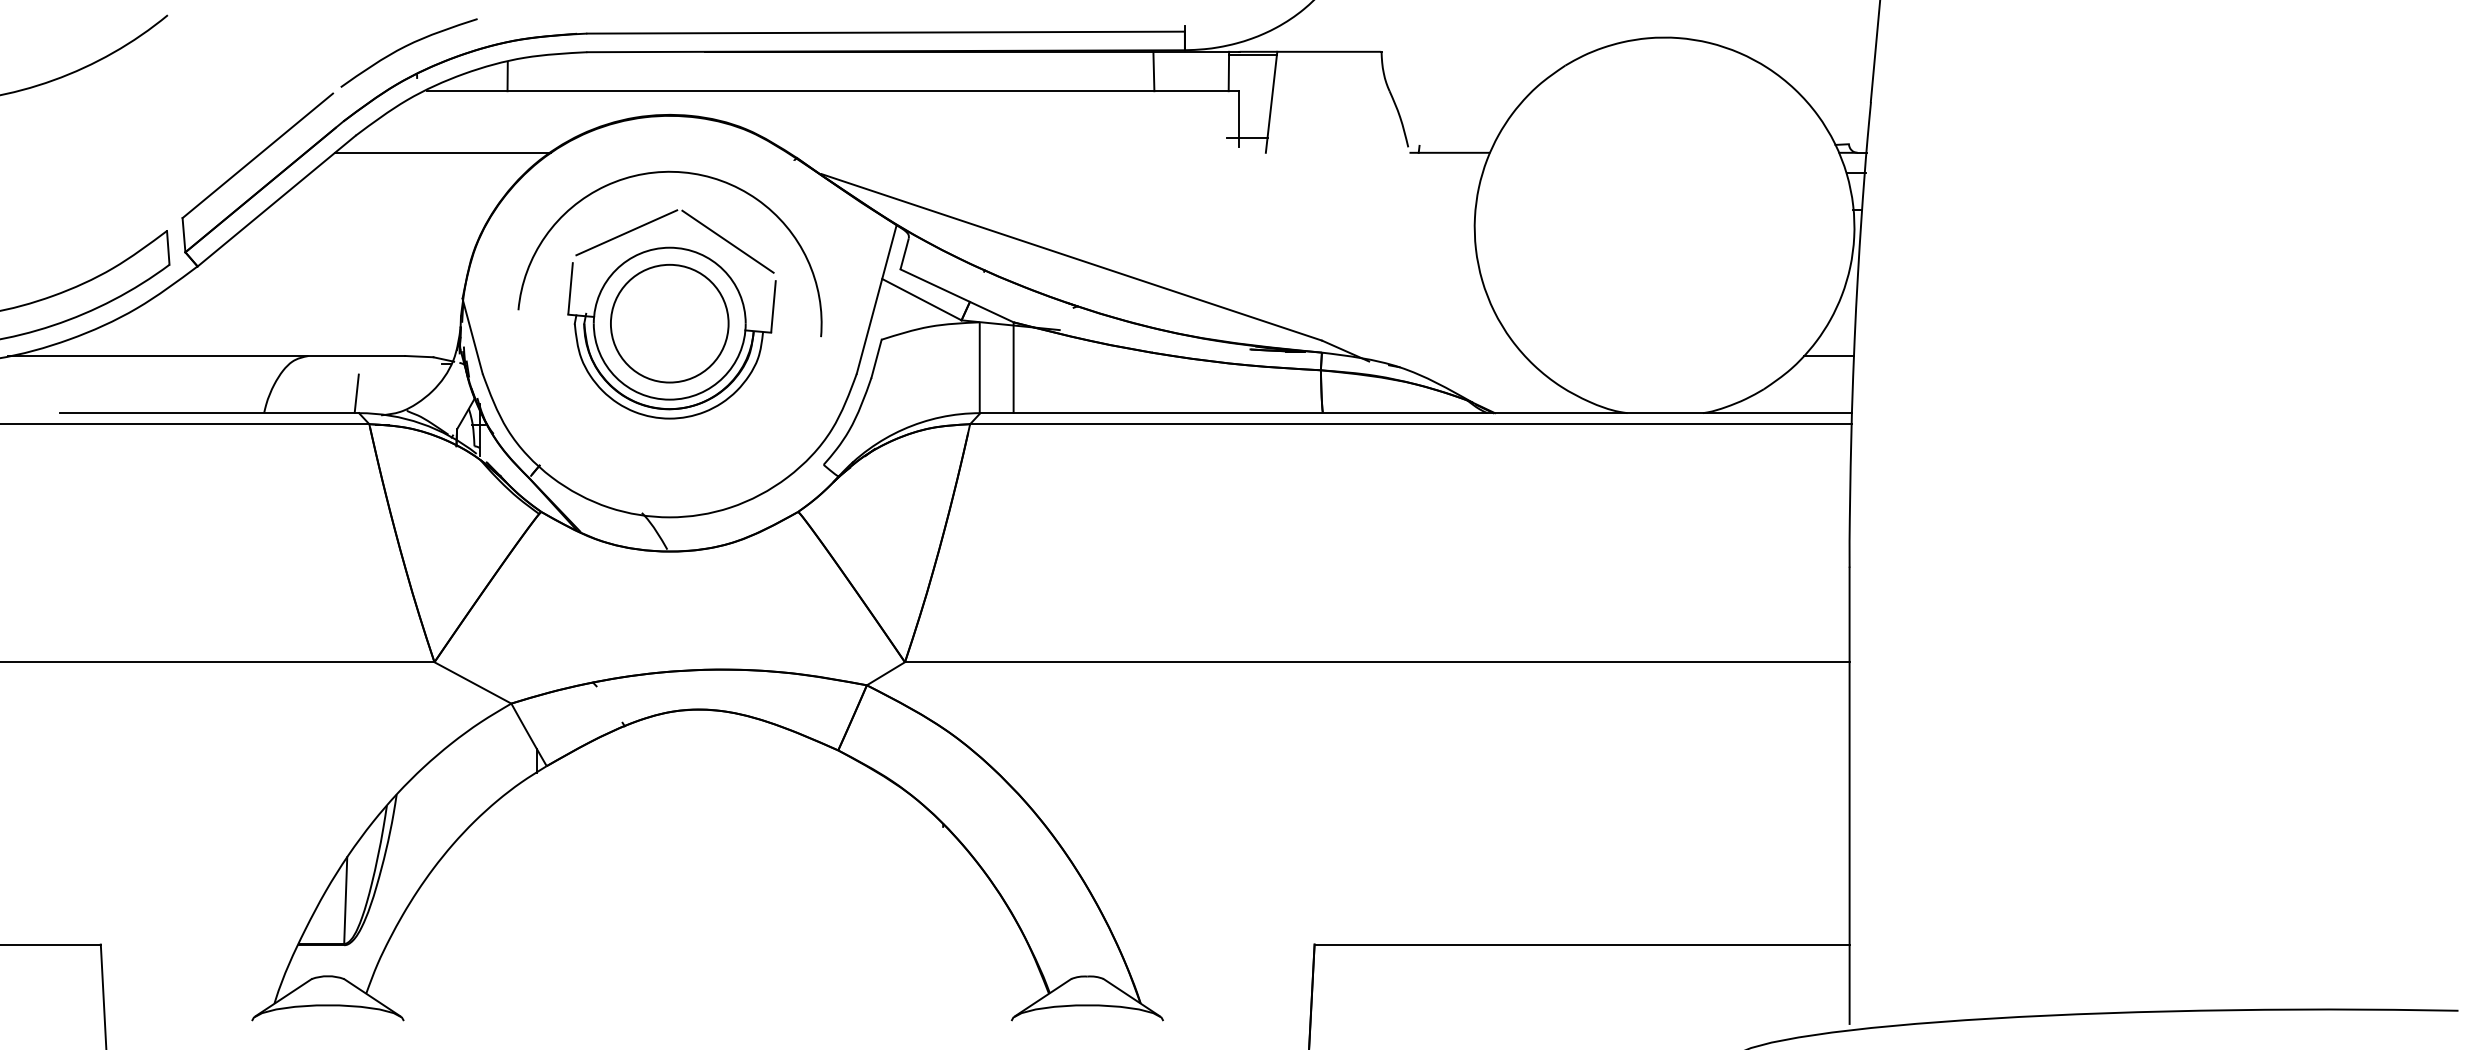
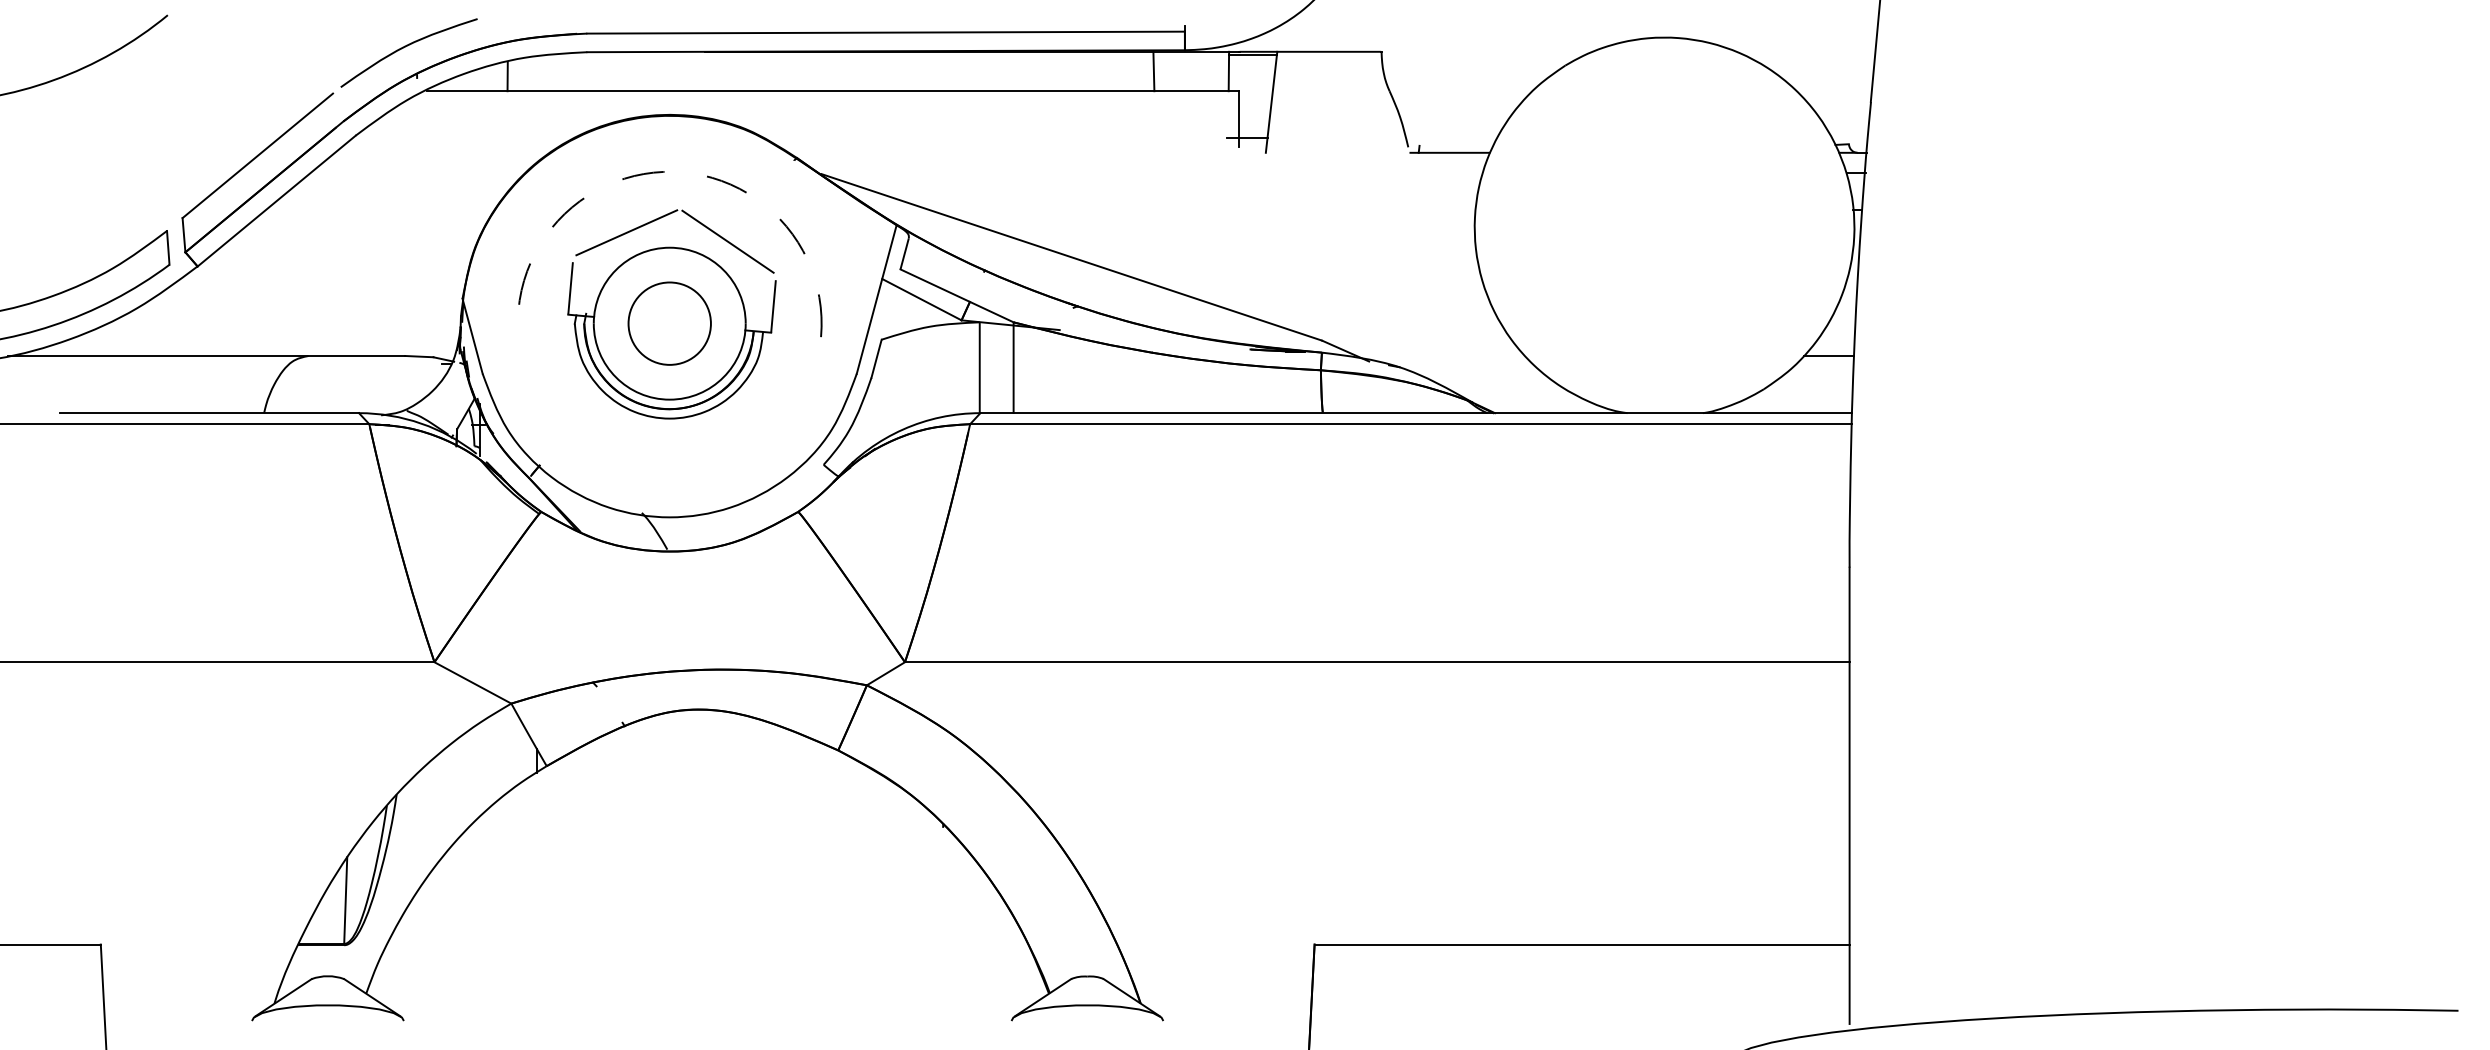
line at (442, 152): present -> none
arc at (683, 172): solid -> dashed
circle at (669, 323) diameter: 118 px -> 82 px
line at (356, 393): present -> none
